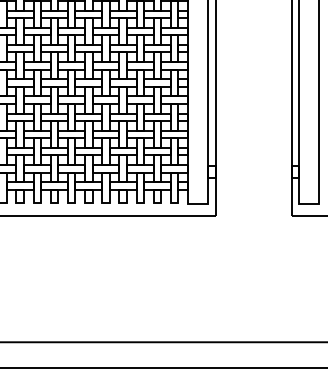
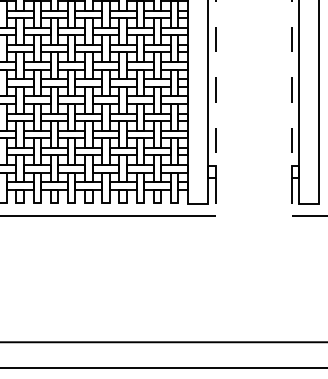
line at (215, 108): solid -> dashed
line at (291, 108): solid -> dashed
